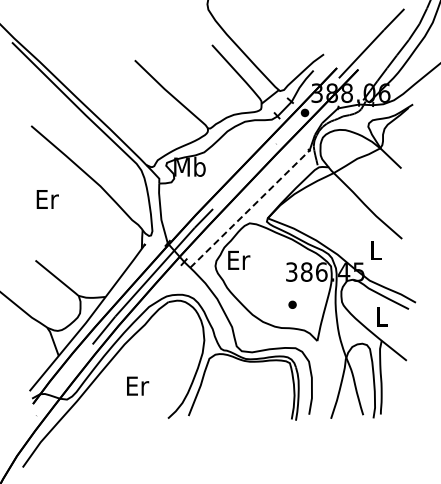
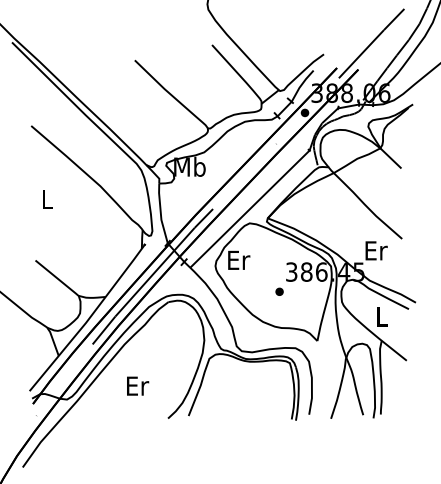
text at (47, 199): Er -> L
line at (249, 209): dashed -> solid
text at (376, 250): L -> Er
part at (292, 304) position: (292, 304) -> (279, 291)
